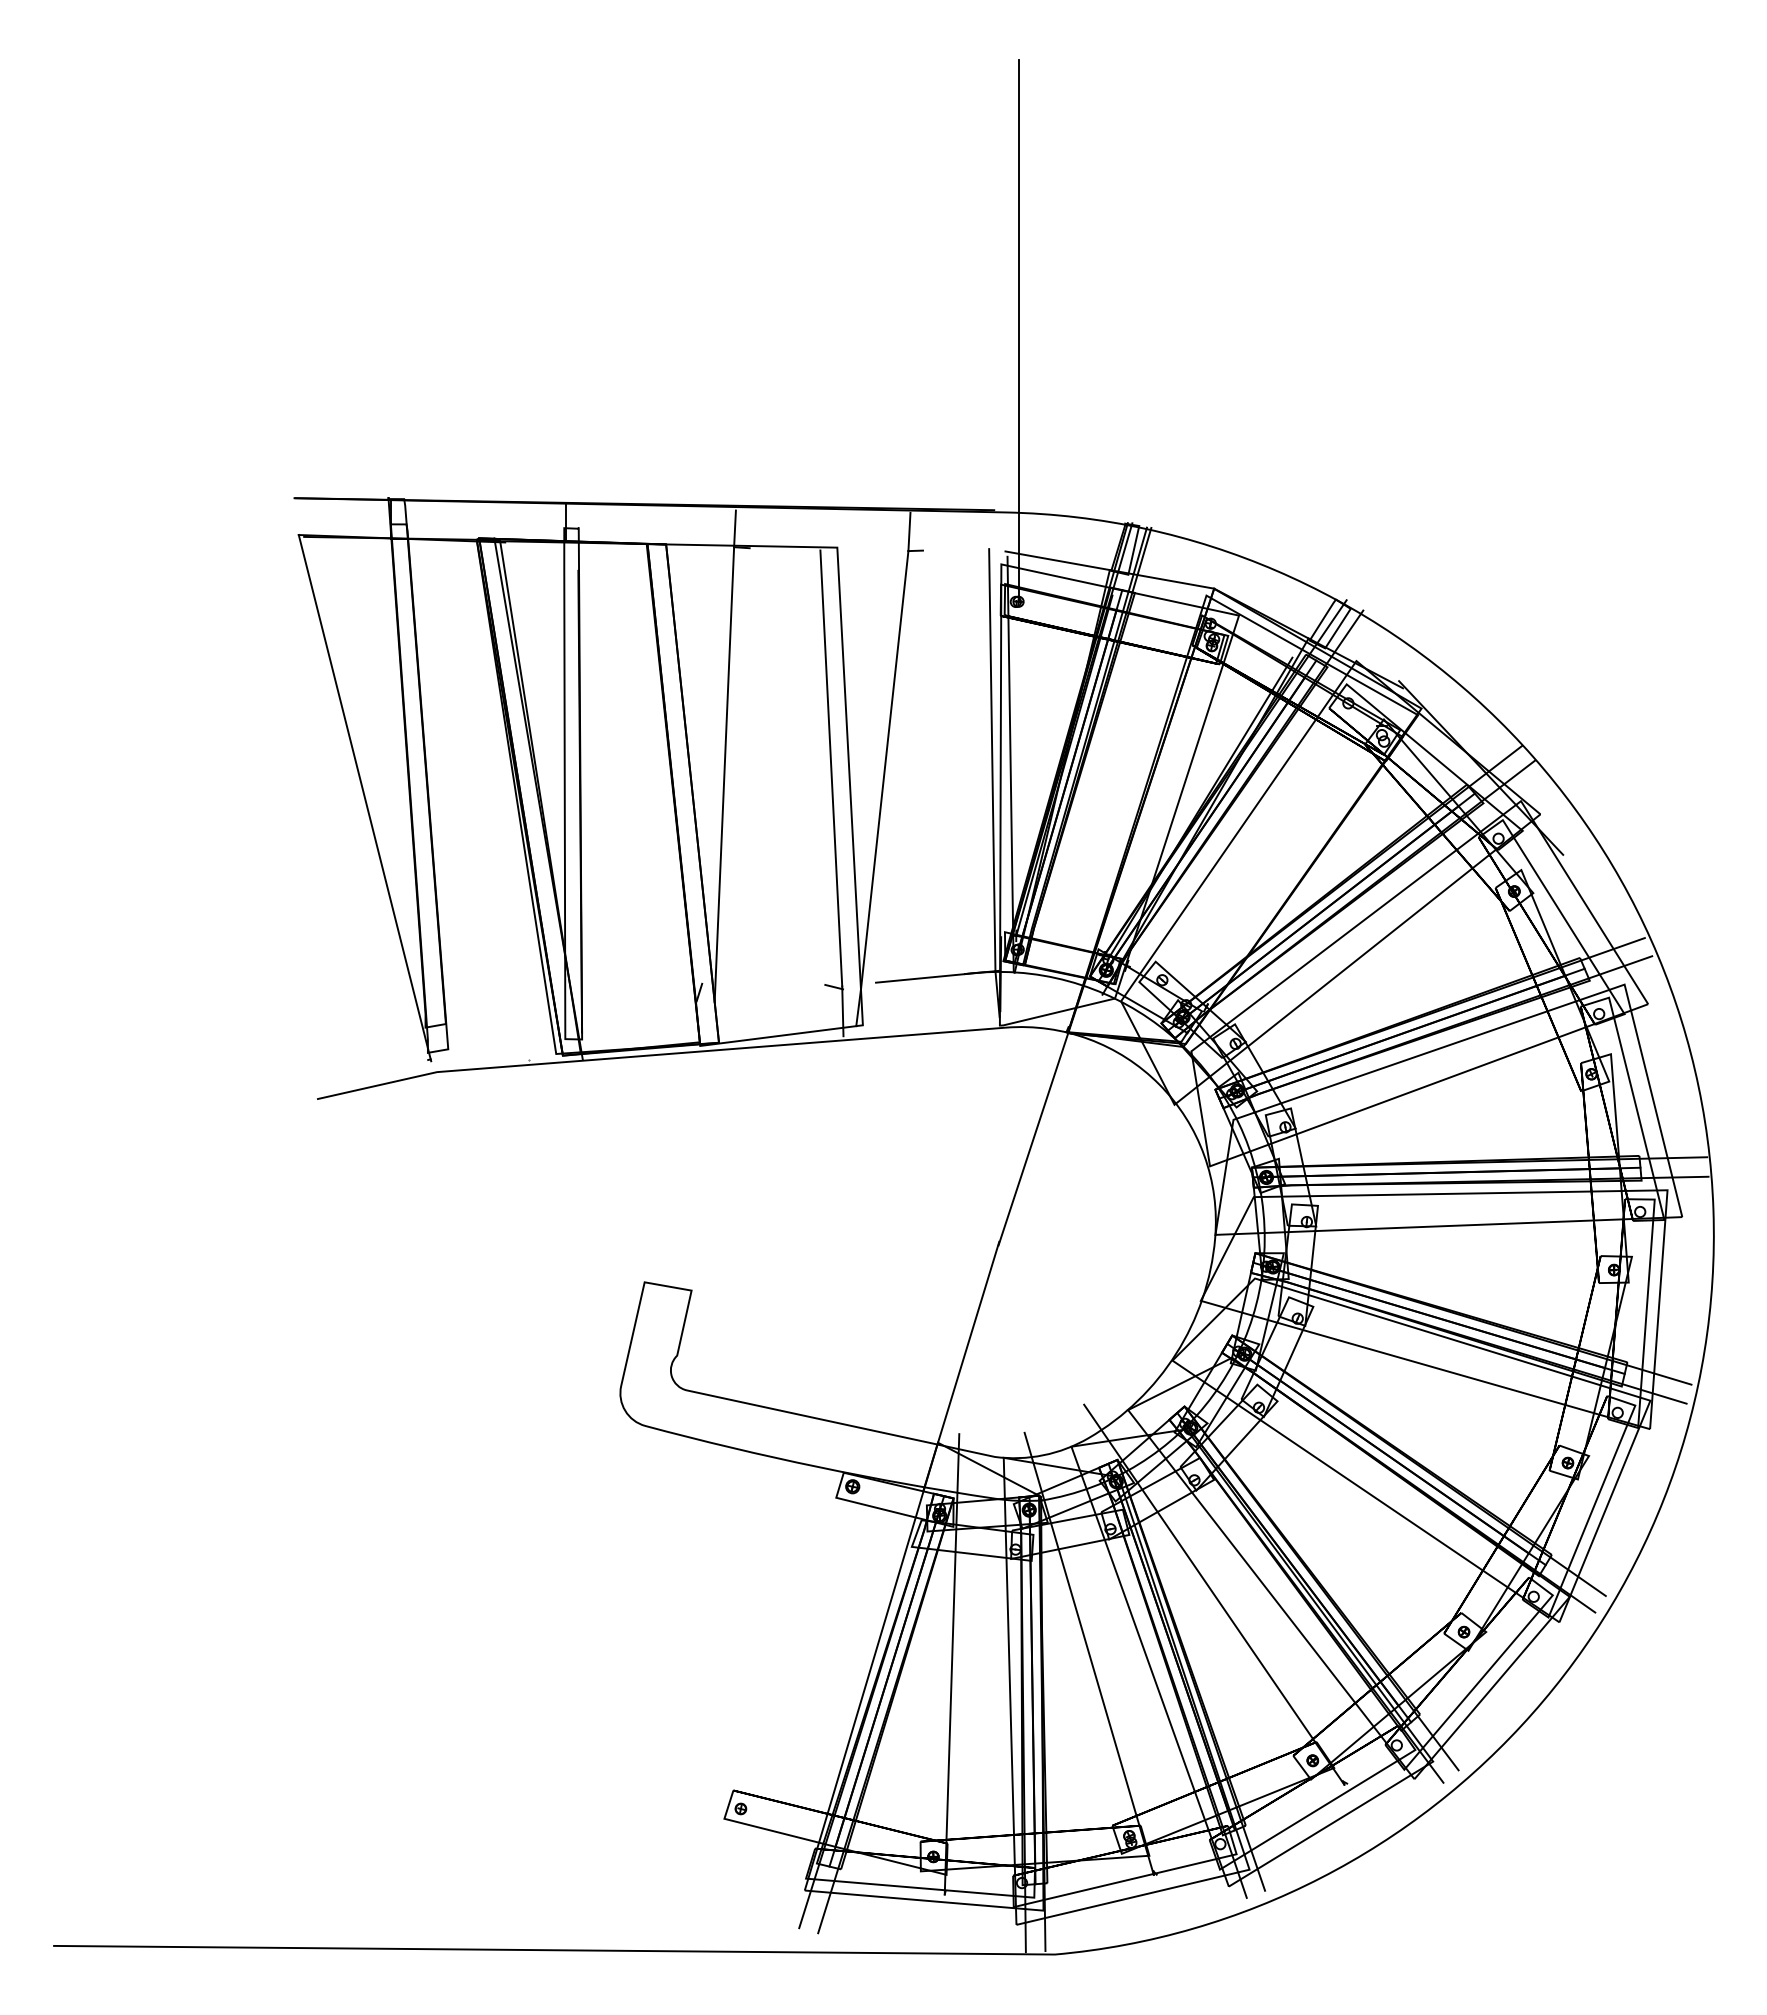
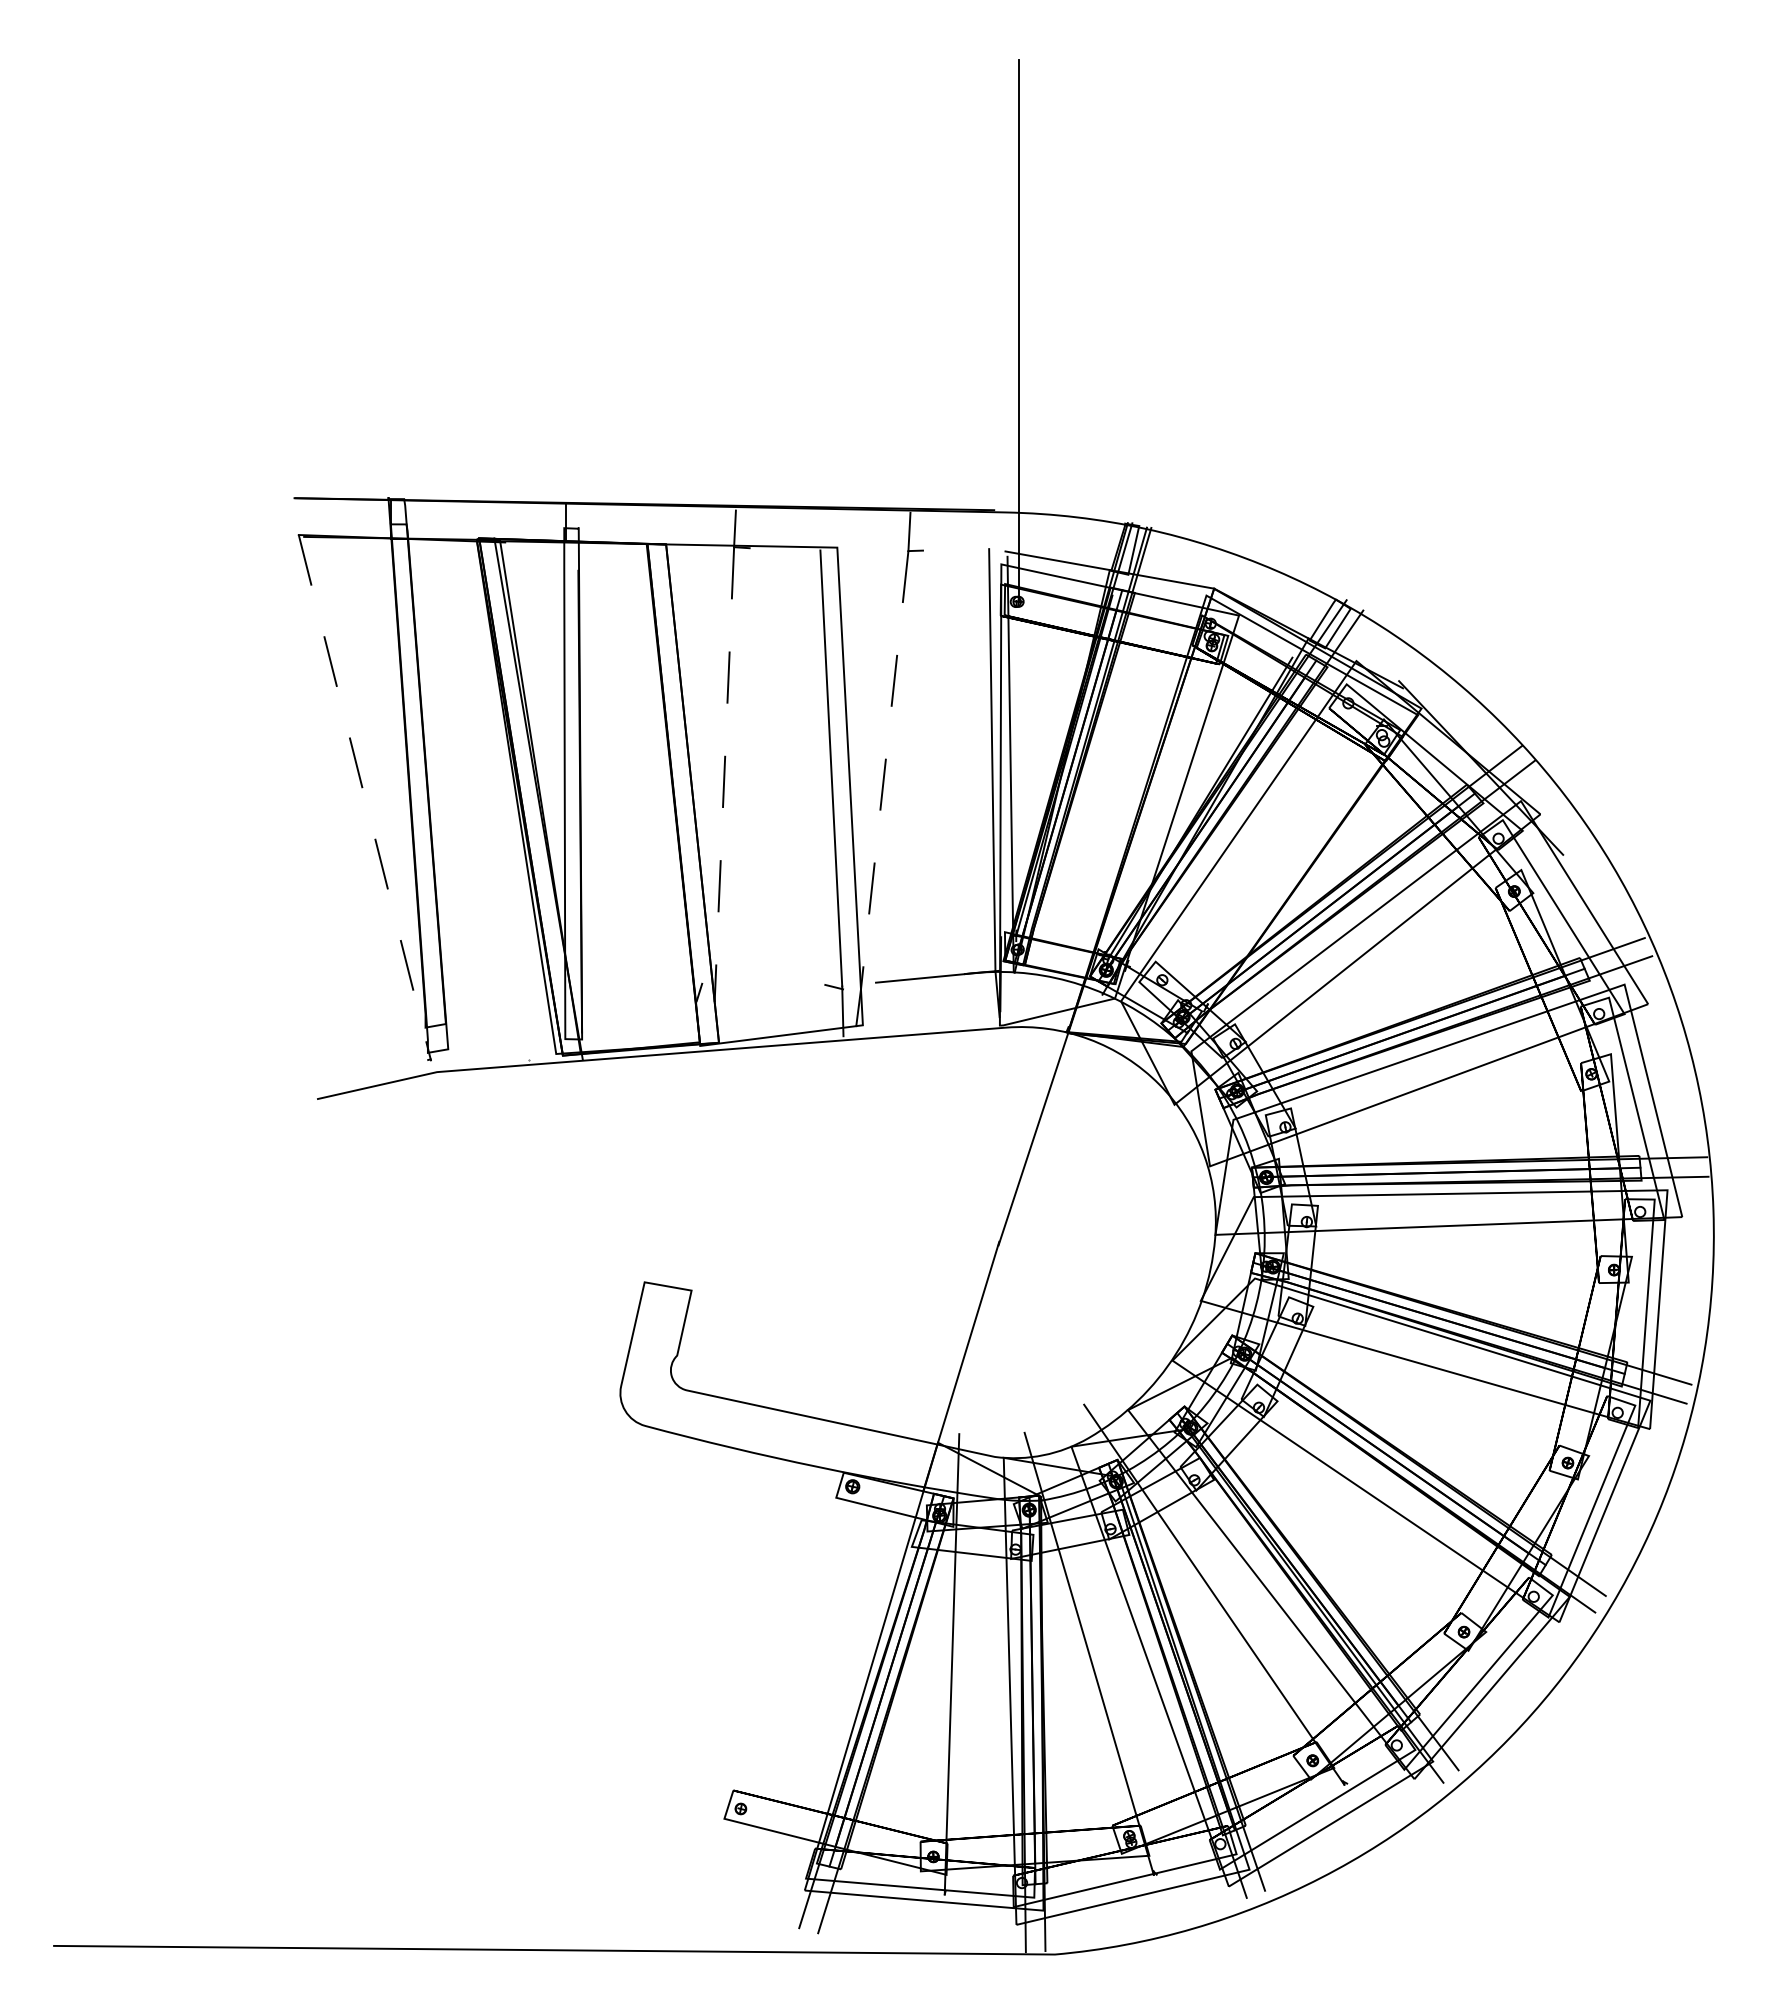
line at (884, 770): solid -> dashed
line at (724, 774): solid -> dashed
line at (365, 798): solid -> dashed
